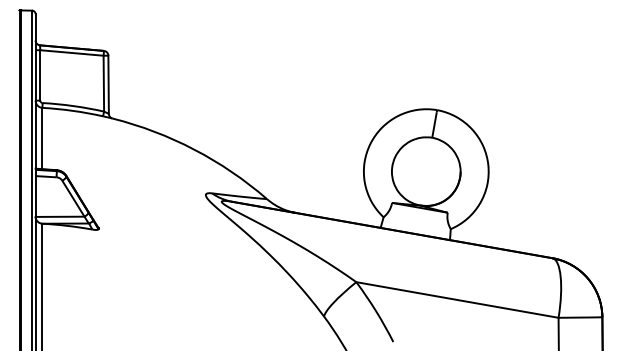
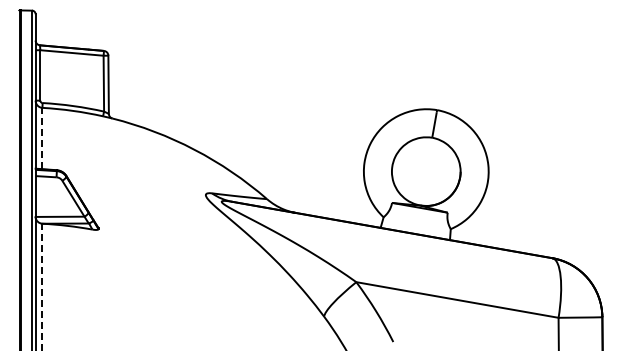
line at (42, 138): solid -> dashed
line at (42, 286): solid -> dashed
